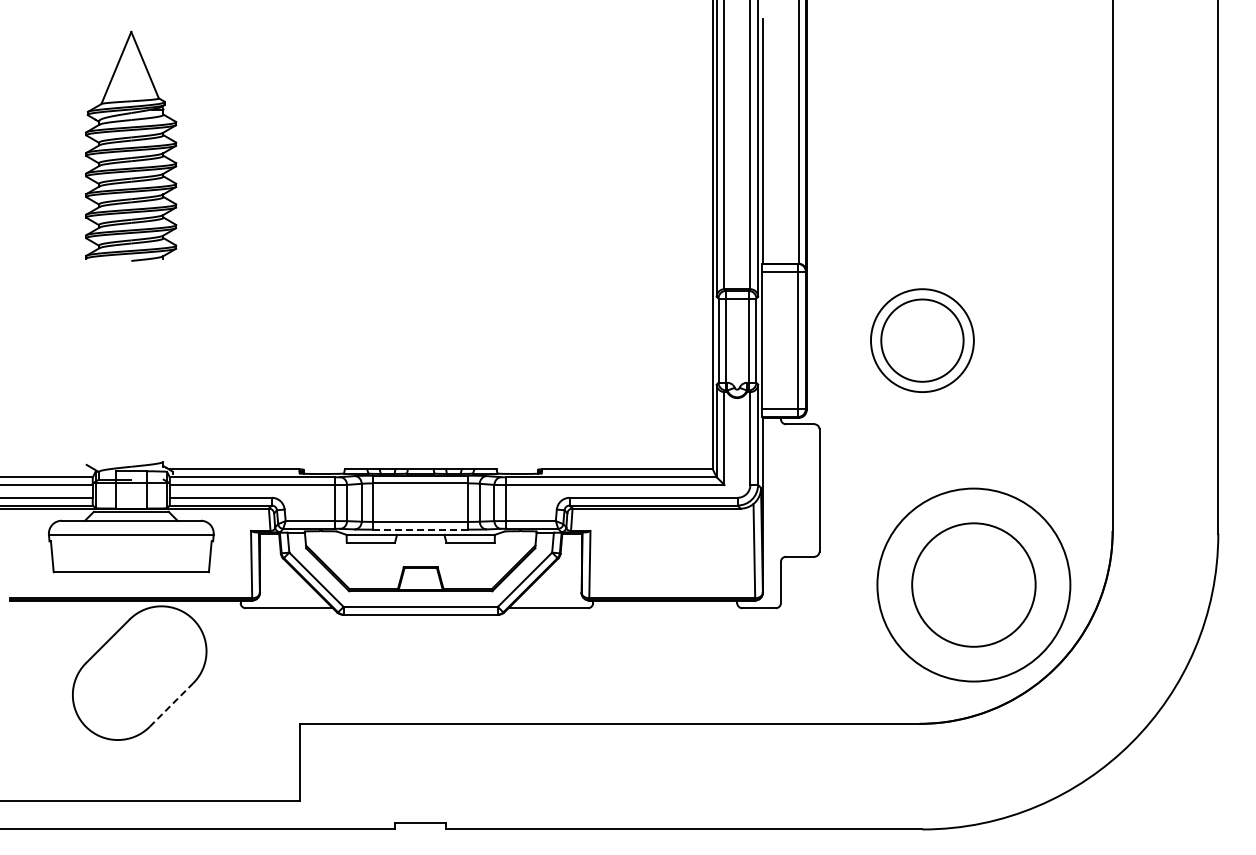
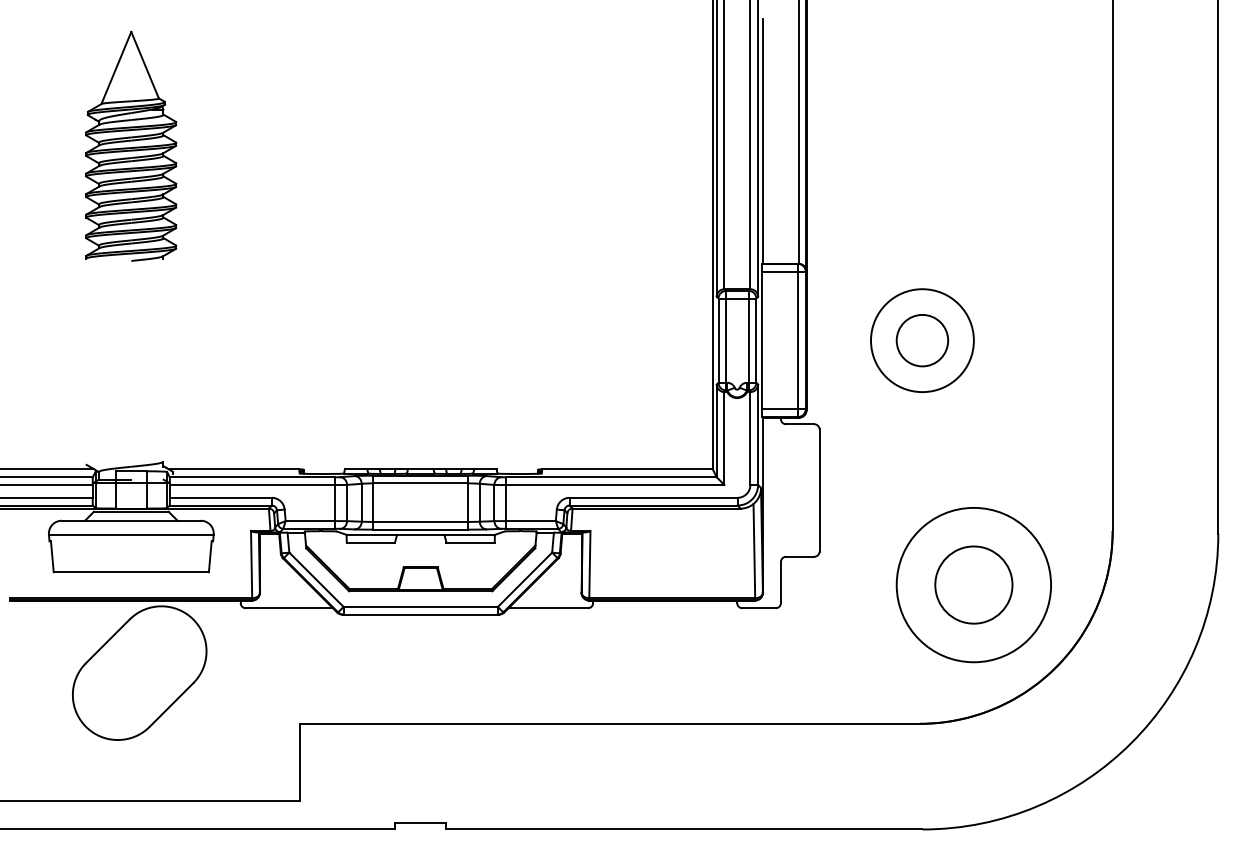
circle at (922, 340) diameter: 82 px -> 51 px
line at (48, 469): none -> present
line at (421, 529): dashed -> solid
circle at (973, 584) diameter: 123 px -> 77 px
circle at (973, 584) diameter: 193 px -> 154 px
line at (171, 705): dashed -> solid
